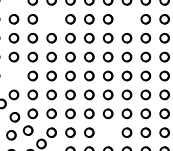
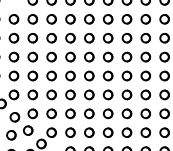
part at (51, 19): none -> present
part at (126, 19): none -> present
part at (13, 75): none -> present
part at (108, 132): none -> present
